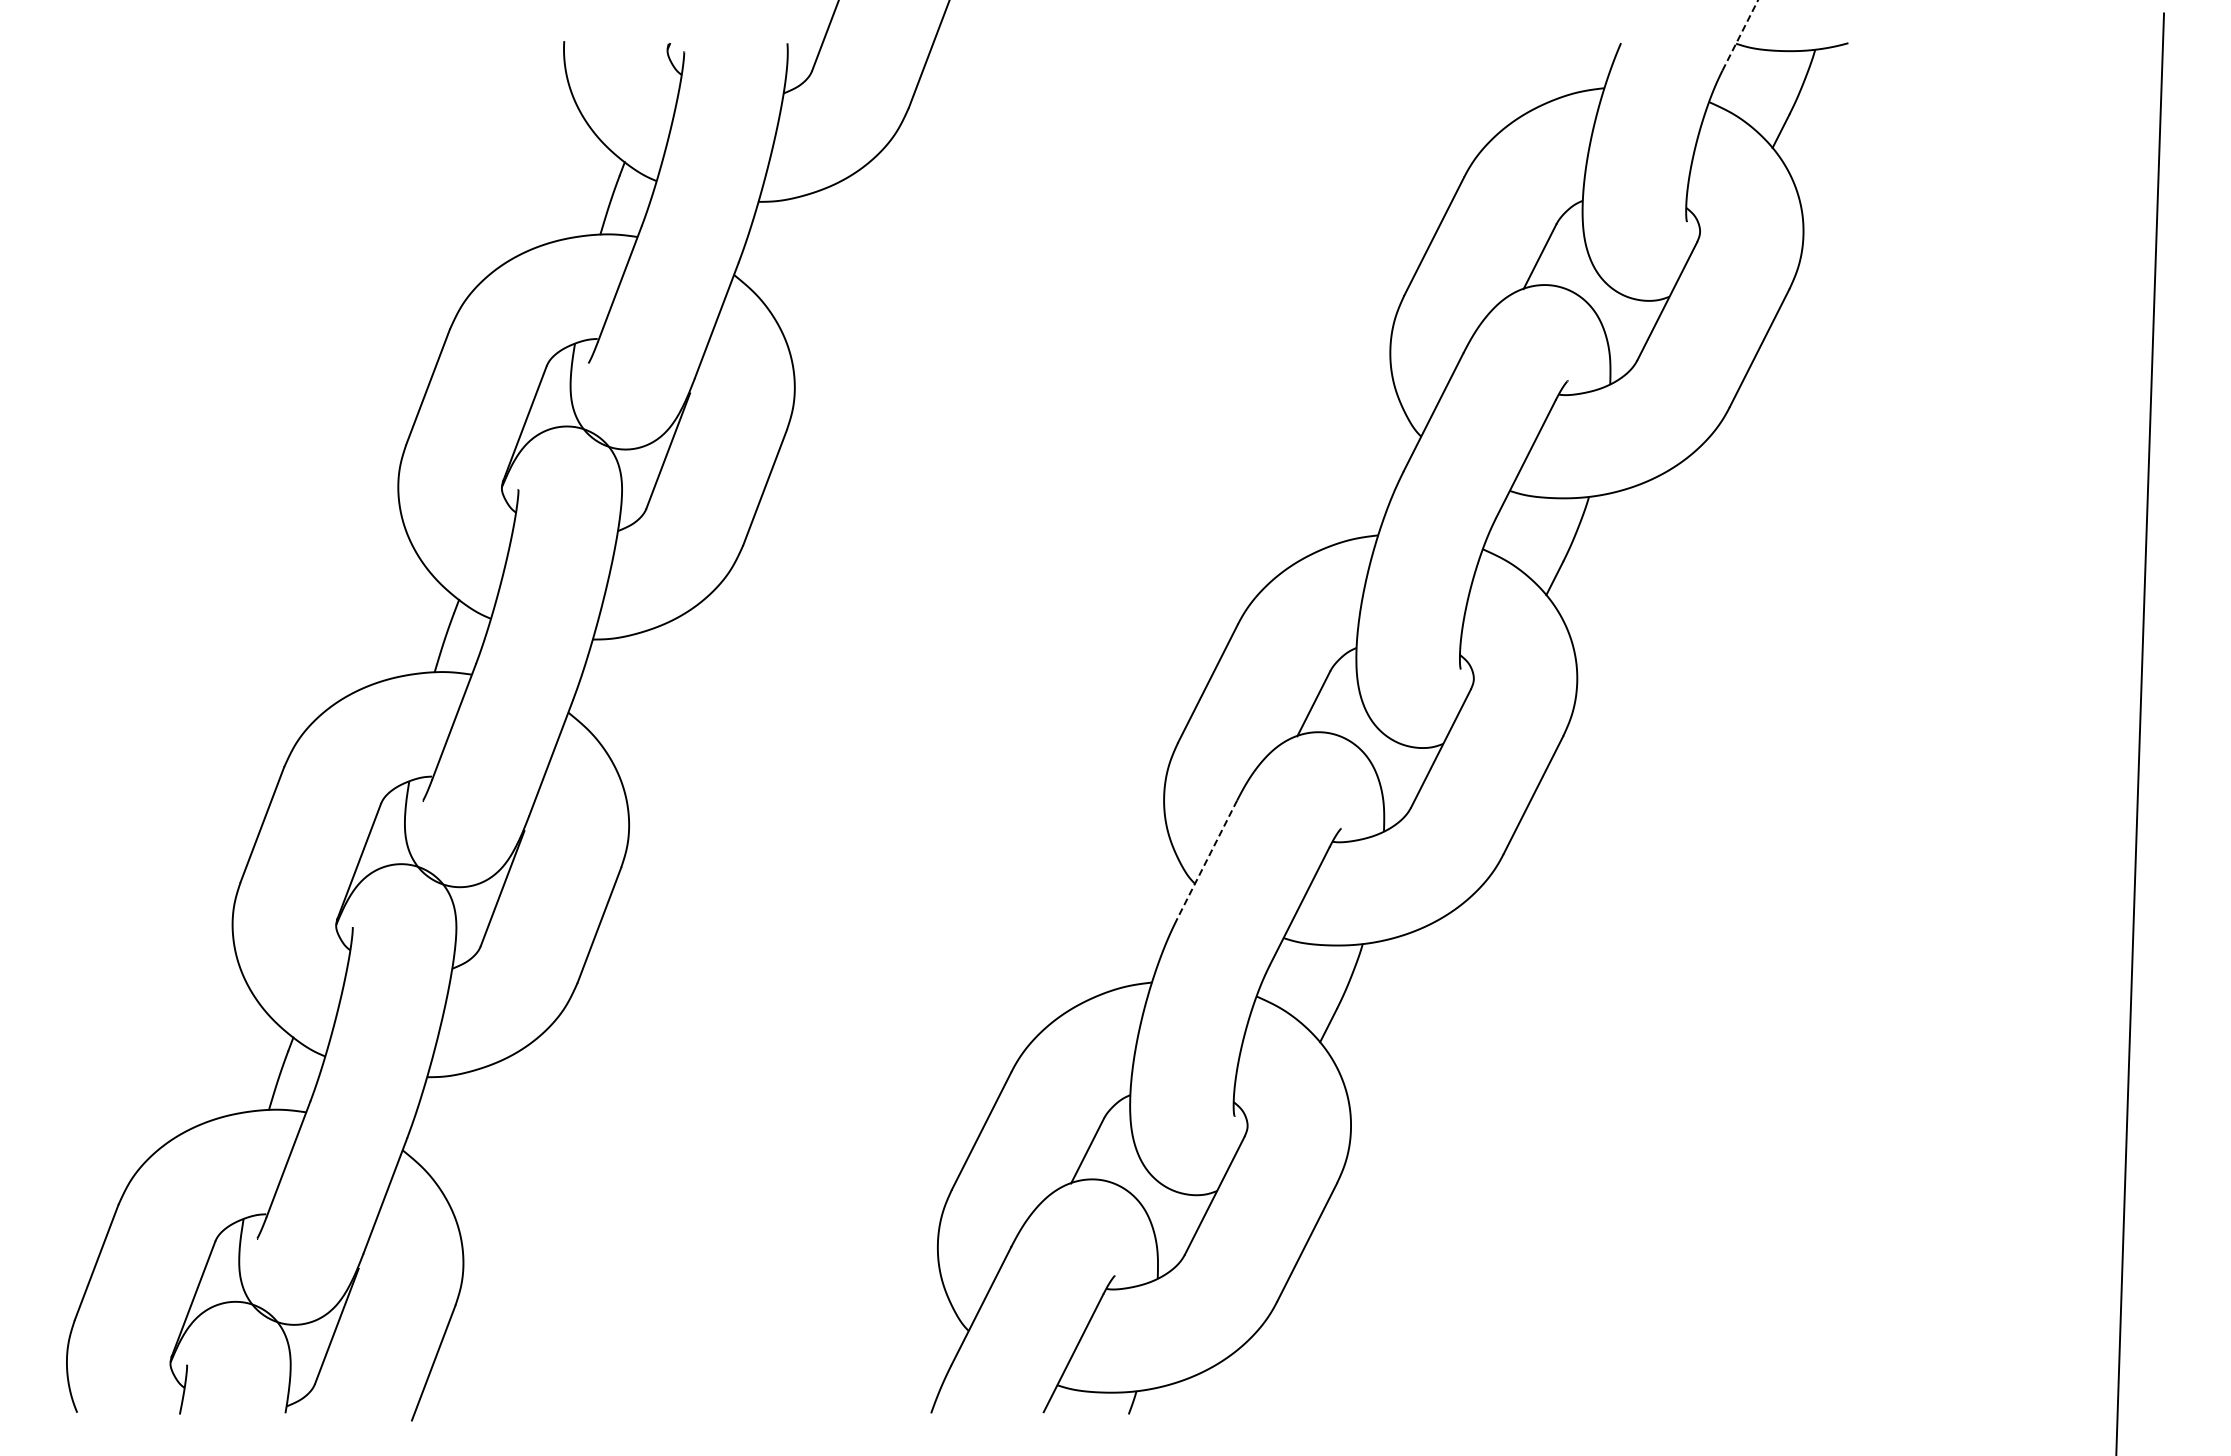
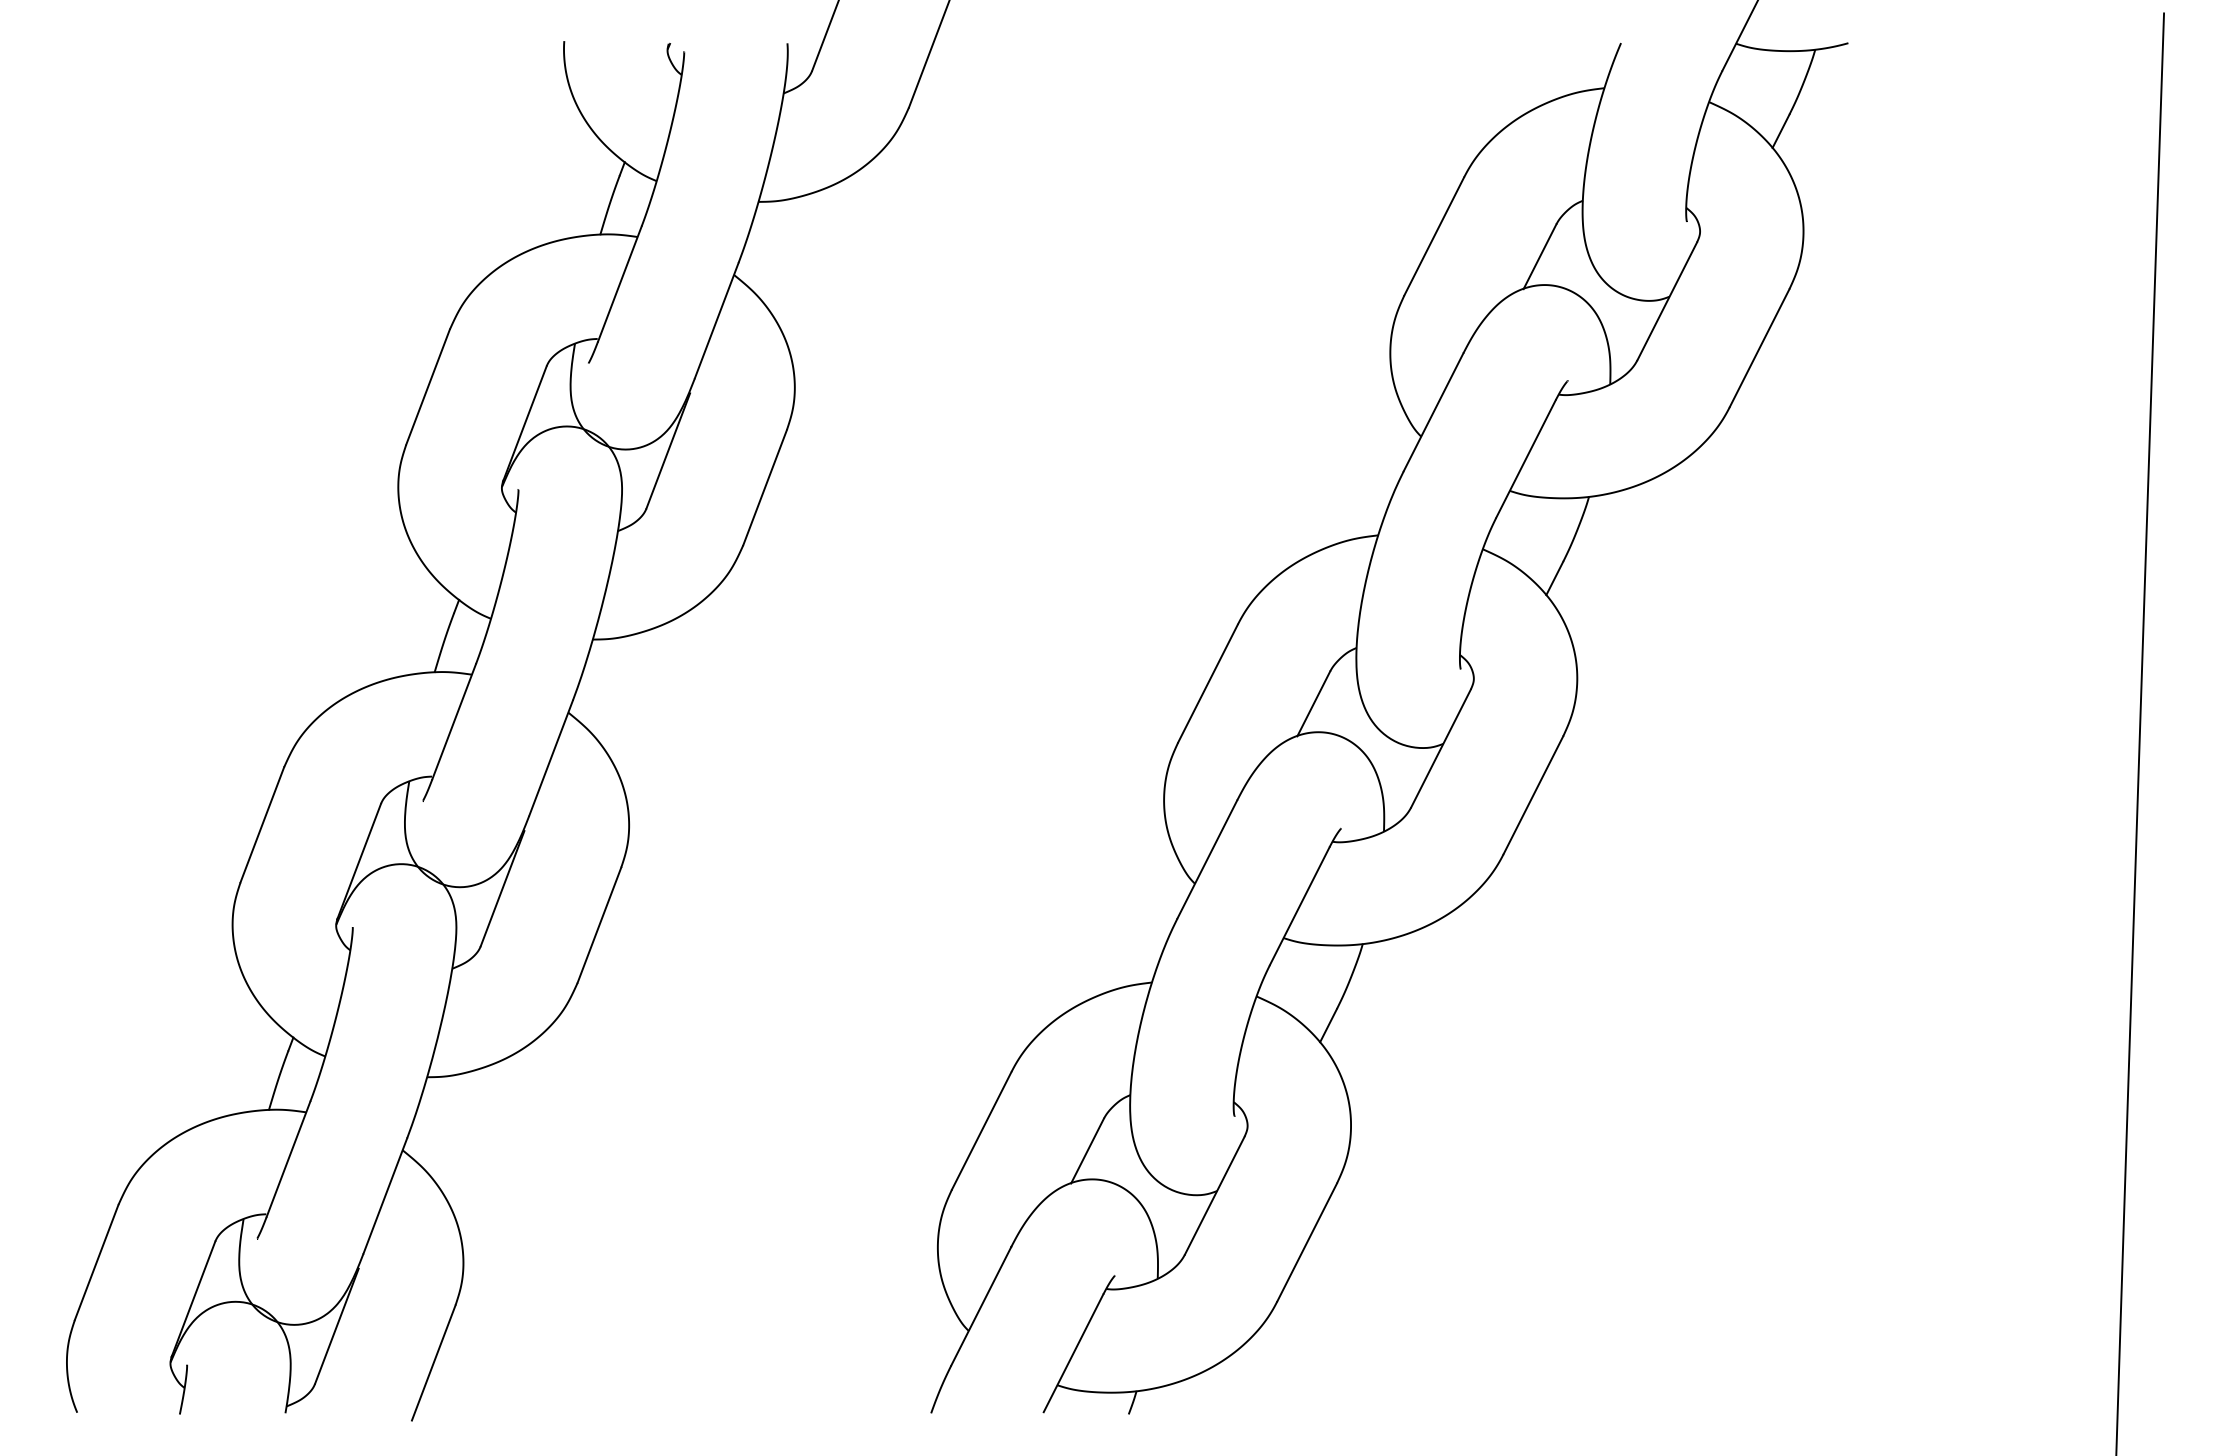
line at (1740, 35): dashed -> solid
line at (1207, 859): dashed -> solid
